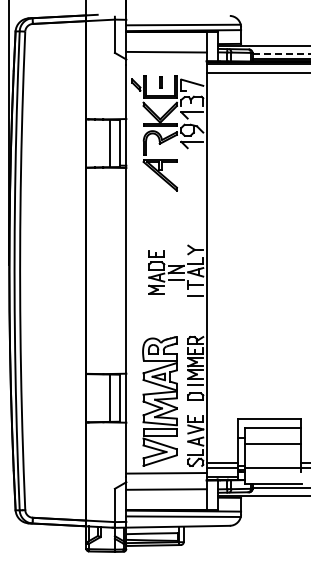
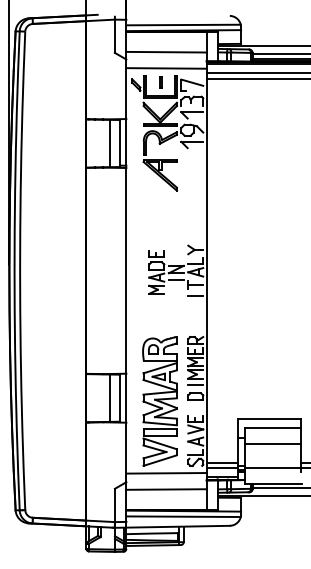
line at (281, 54): dashed -> solid
line at (166, 68): none -> present
line at (256, 79): none -> present
